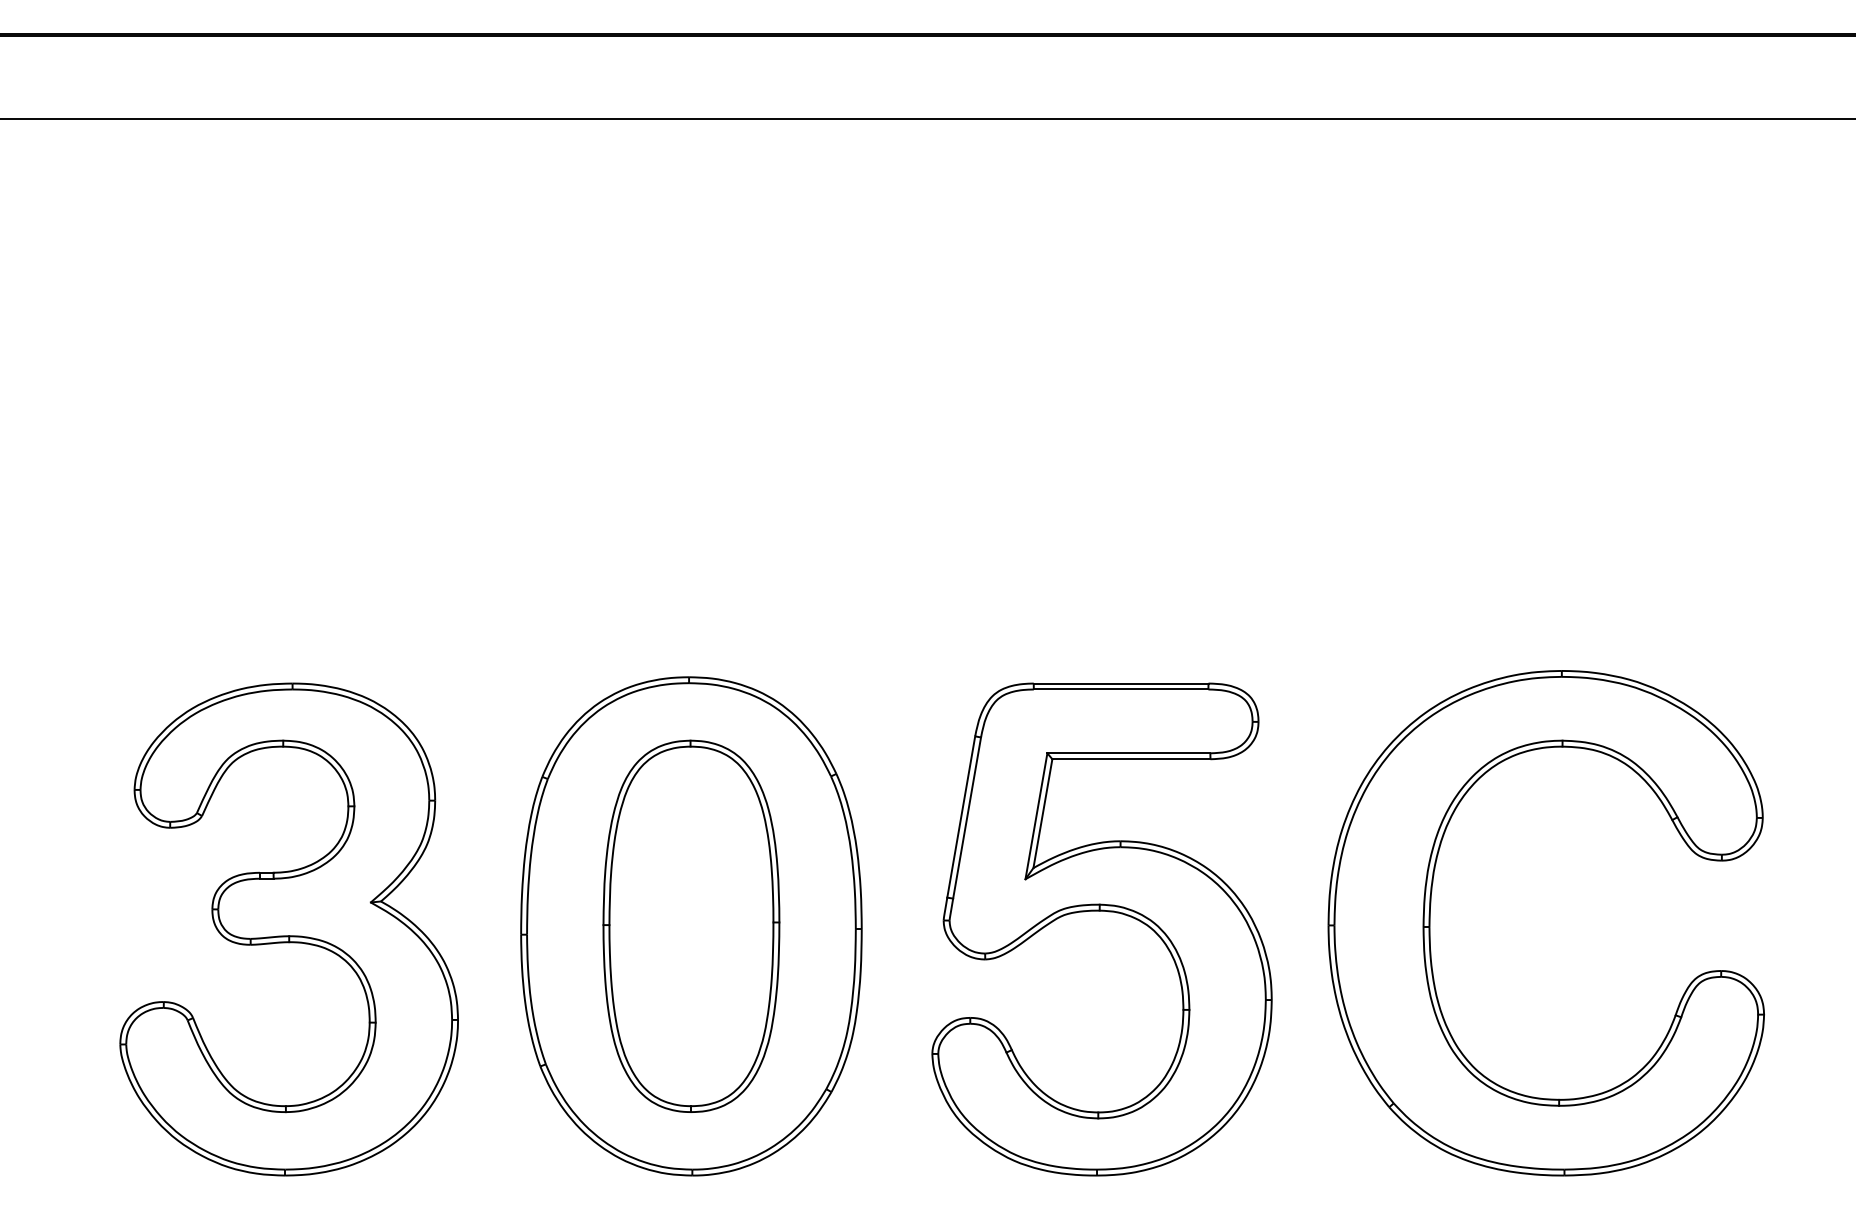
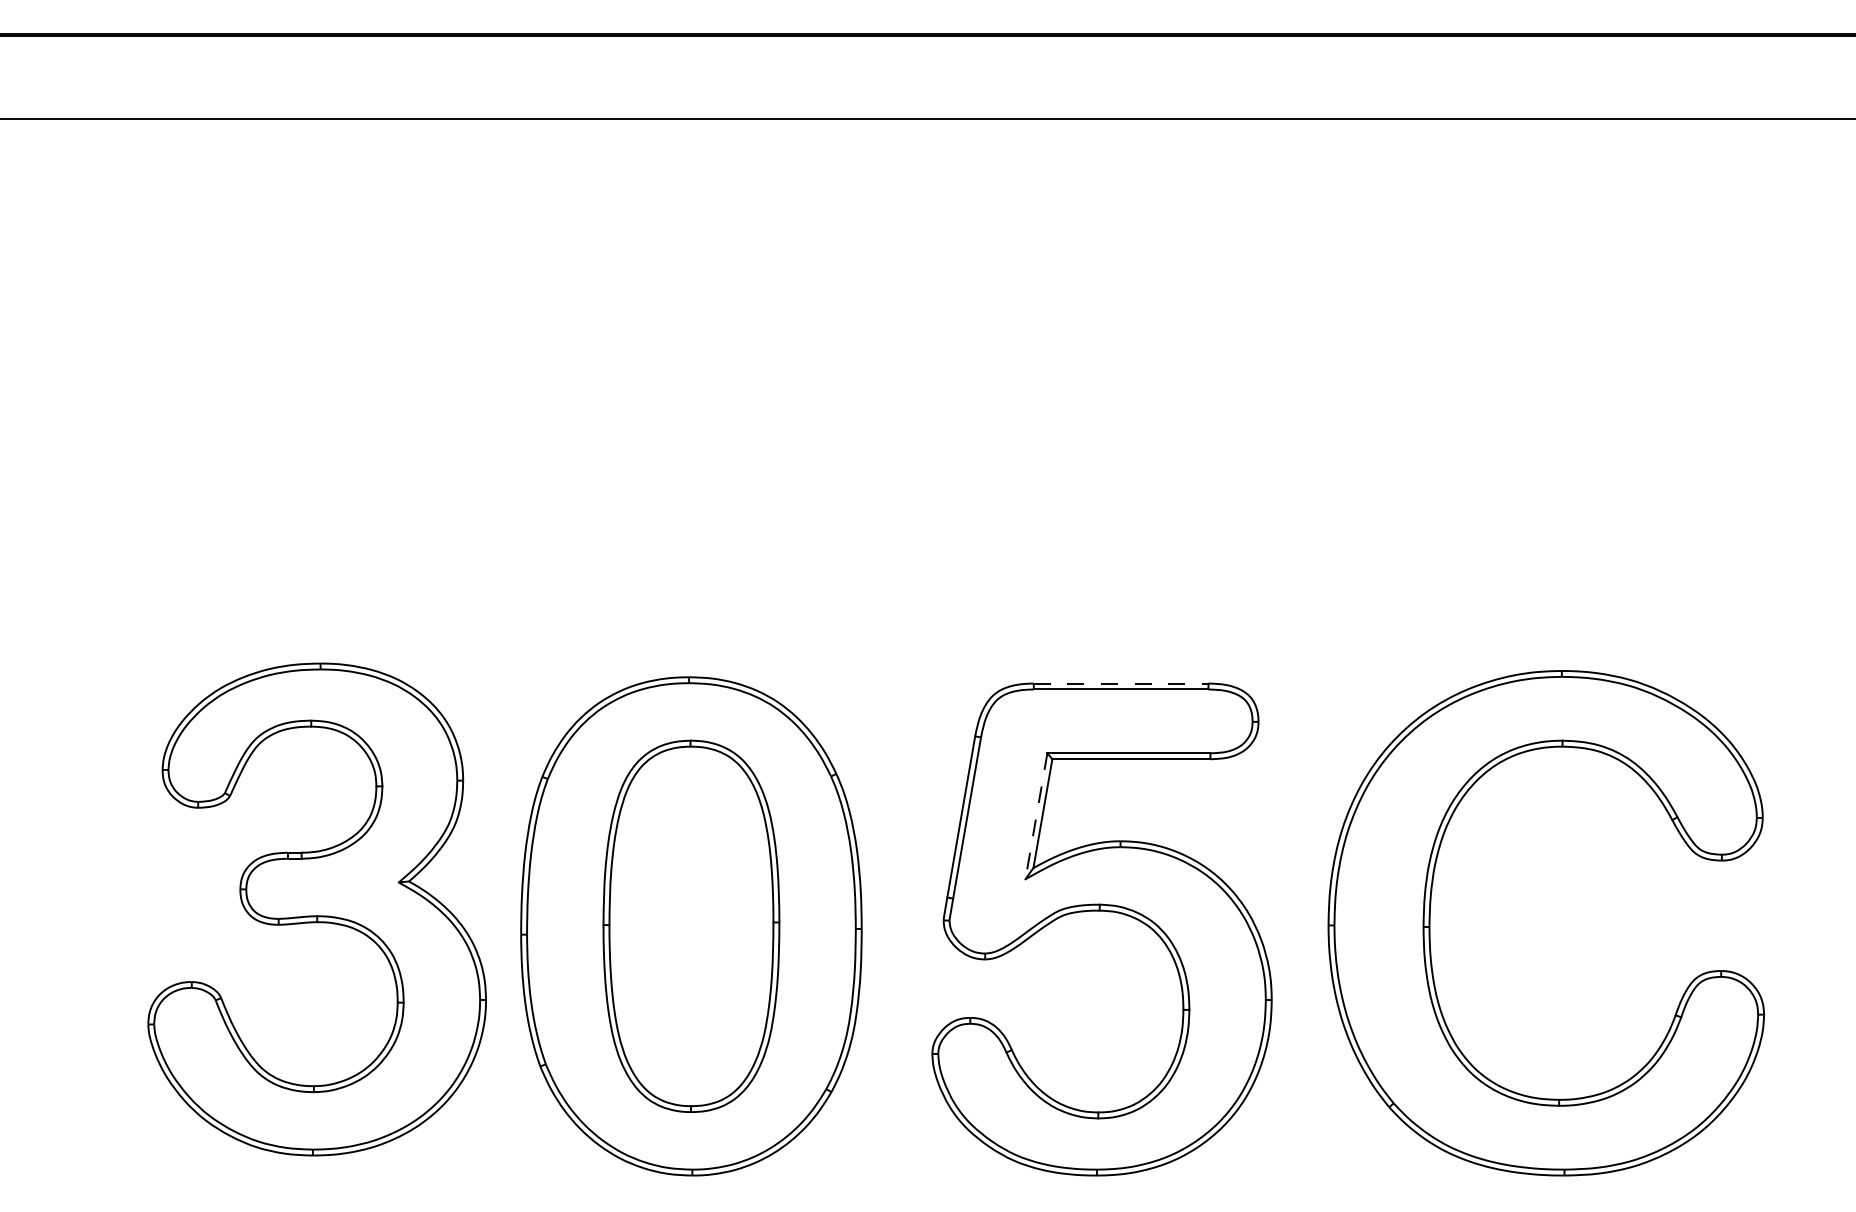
line at (1121, 683): solid -> dashed
line at (1036, 816): solid -> dashed
part at (288, 929) position: (288, 929) -> (316, 909)
